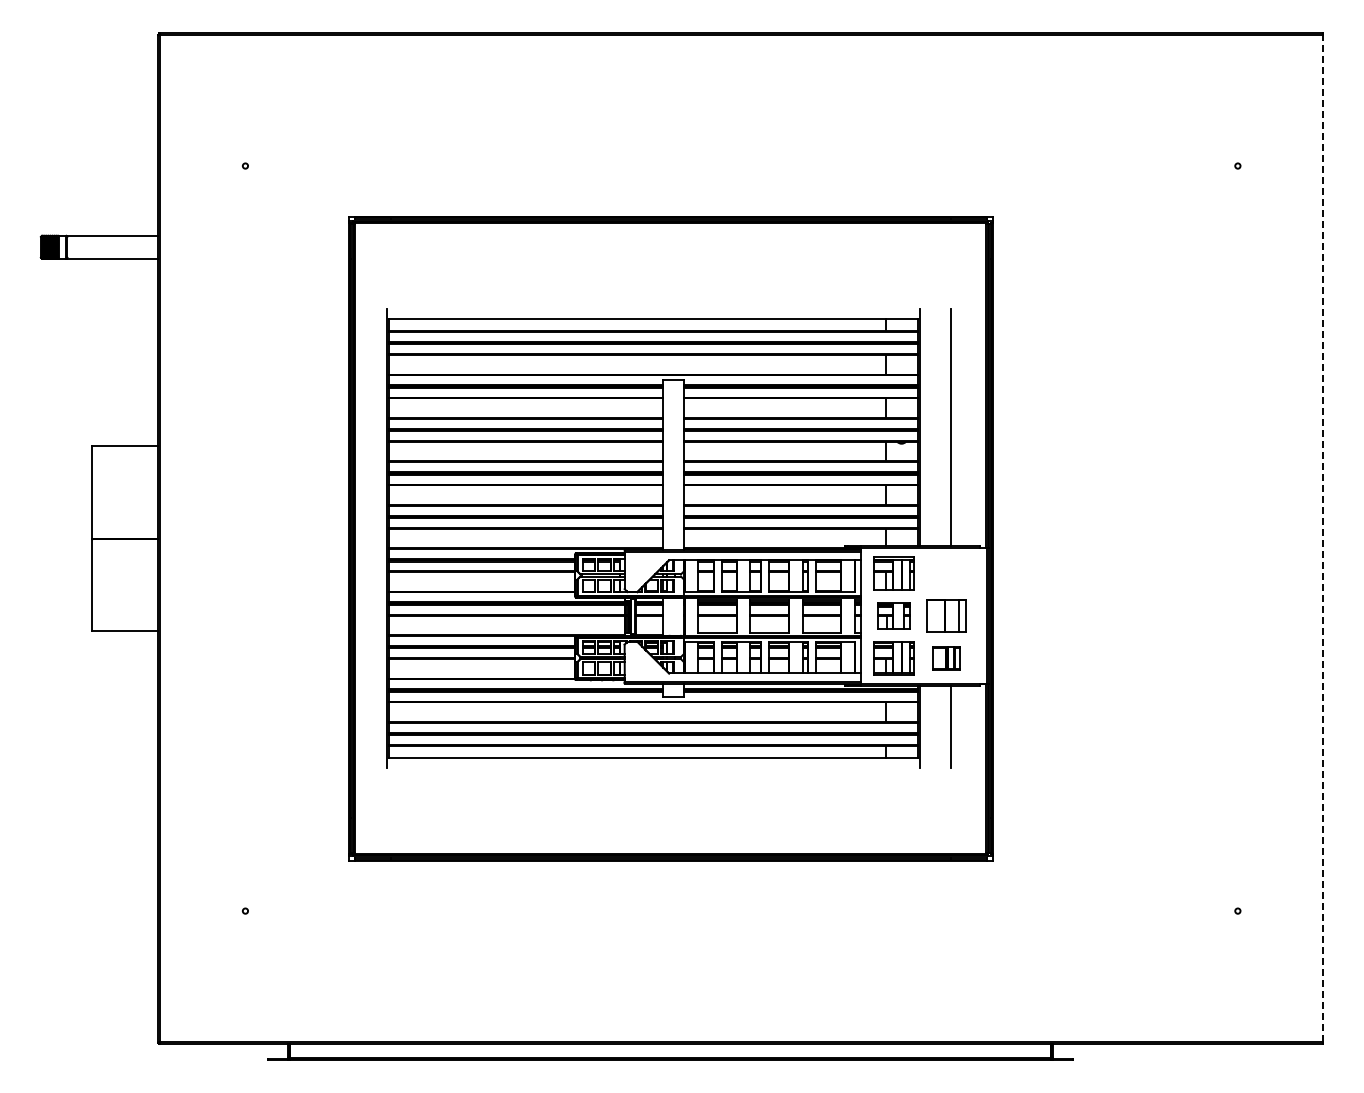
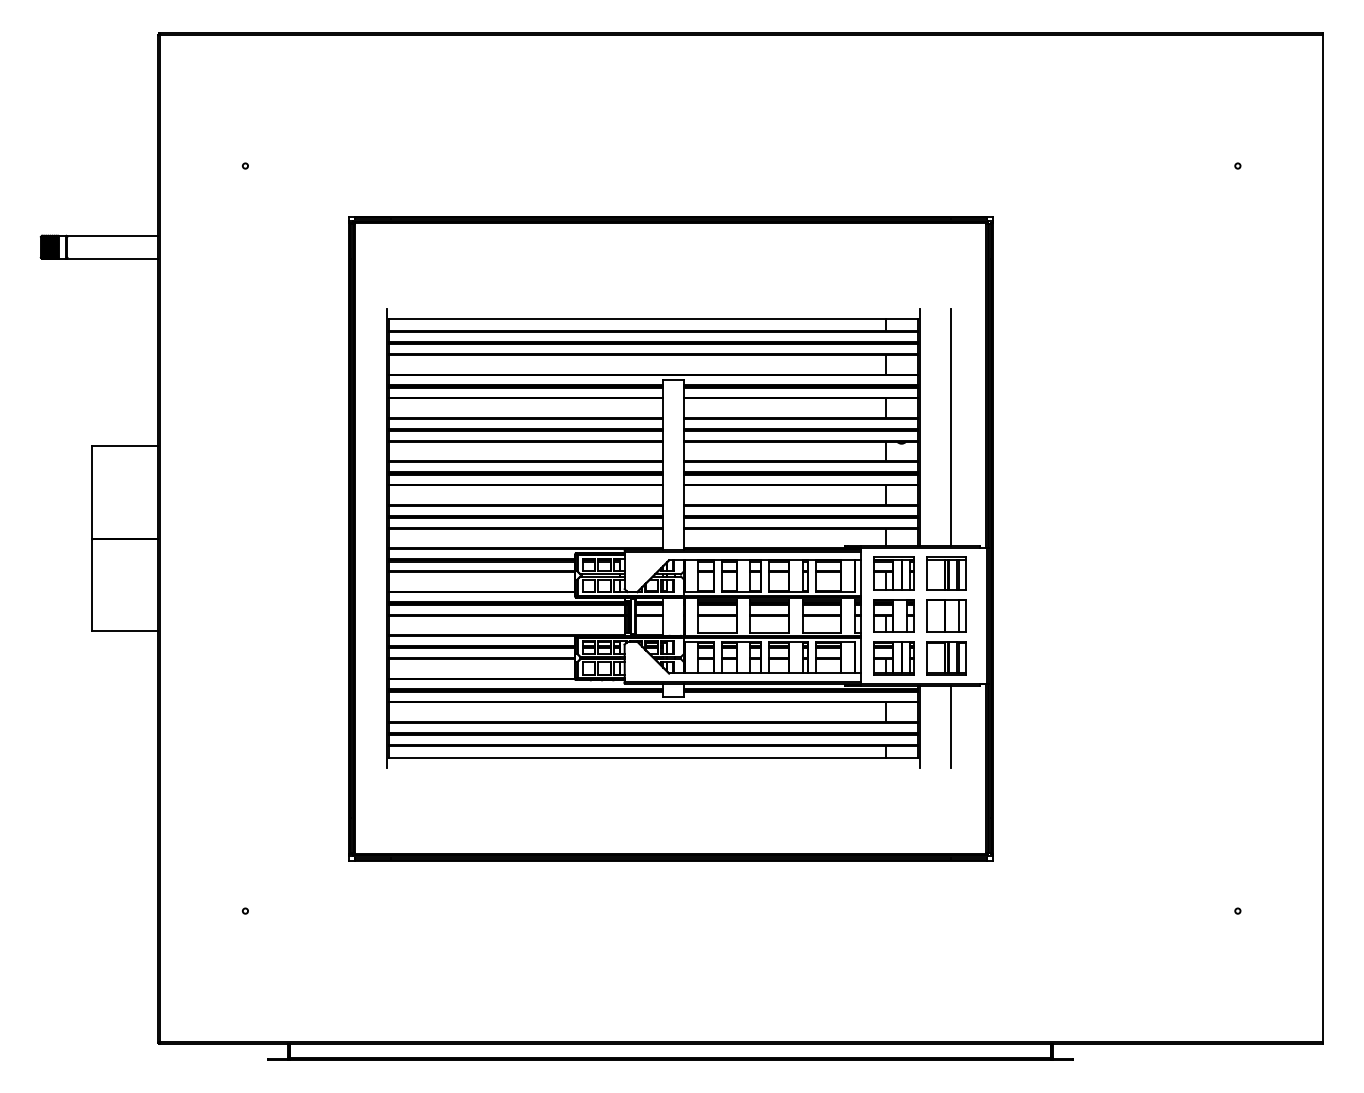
line at (1322, 538): dashed -> solid
part at (946, 573): none -> present
part at (893, 615) size: 34x28 px -> 42x34 px
part at (946, 658) size: 29x25 px -> 41x35 px
